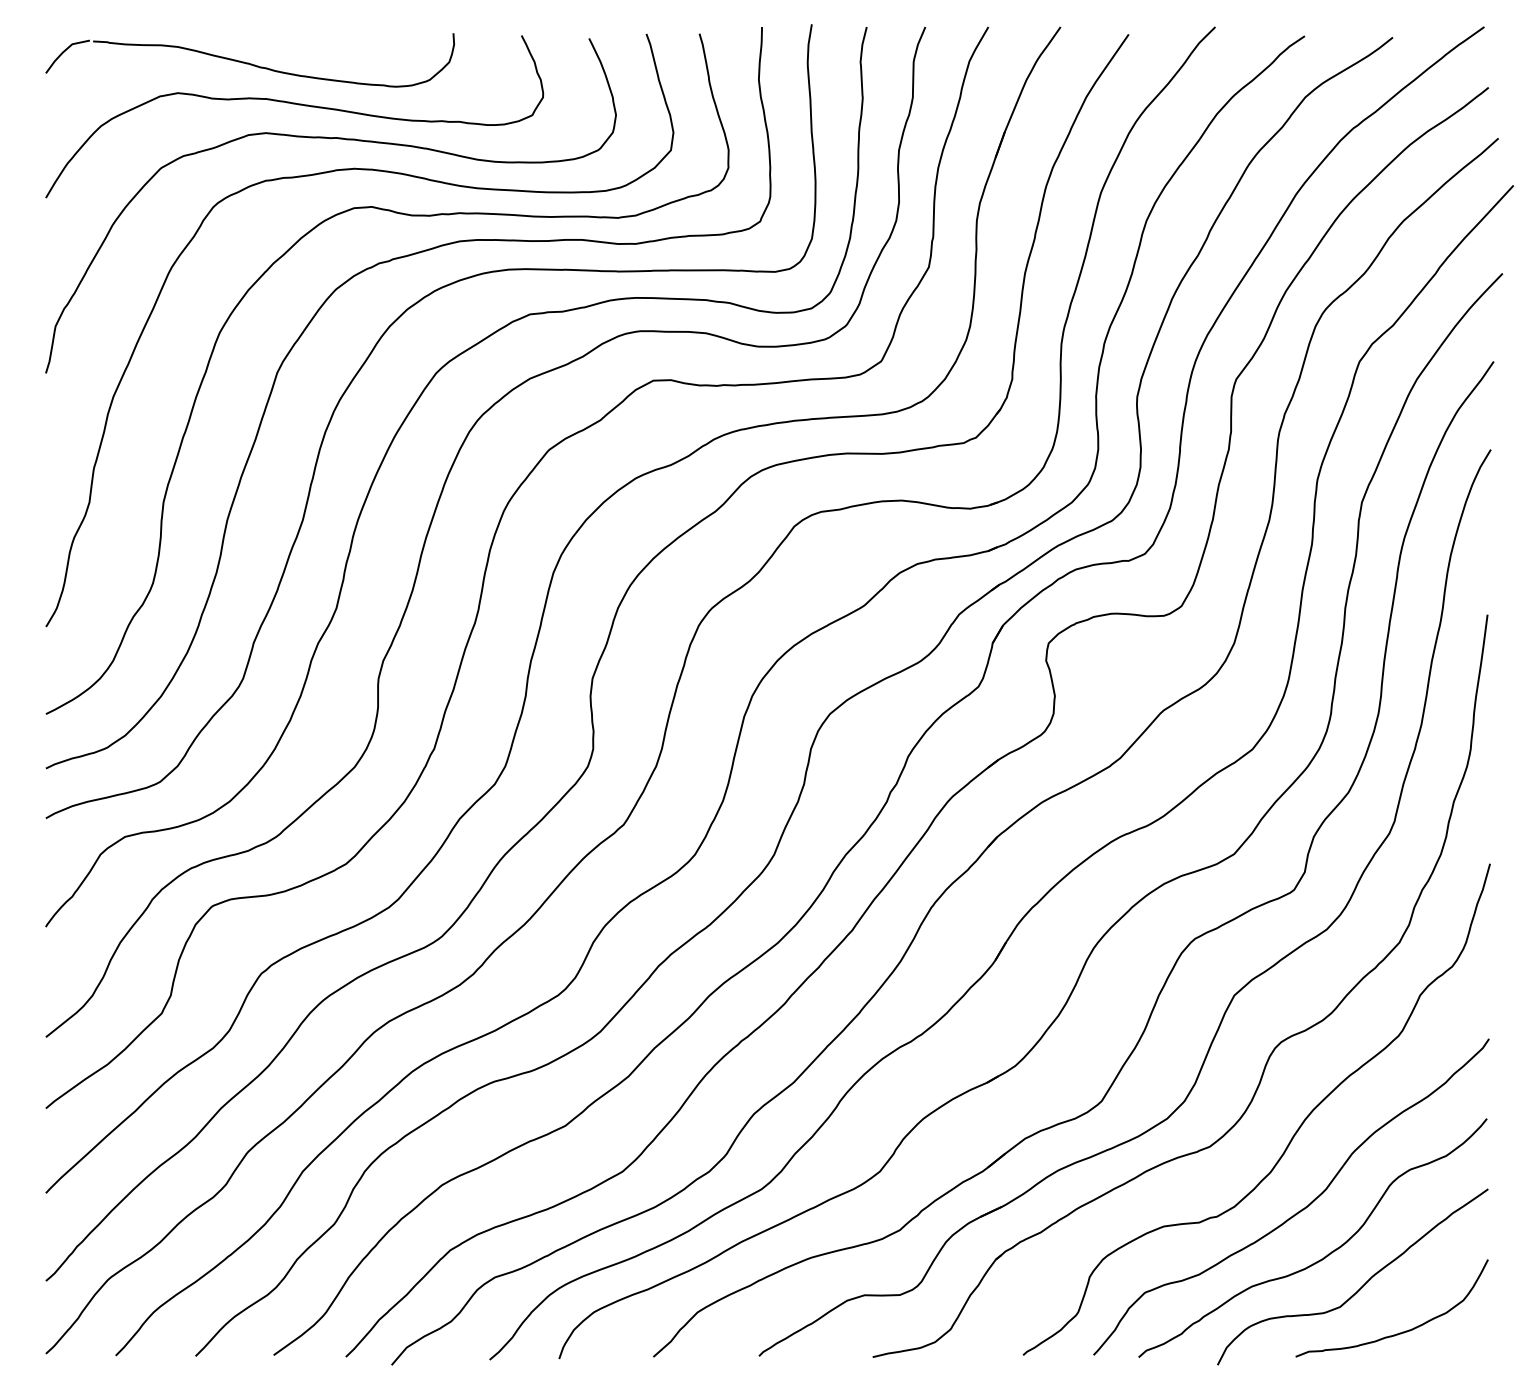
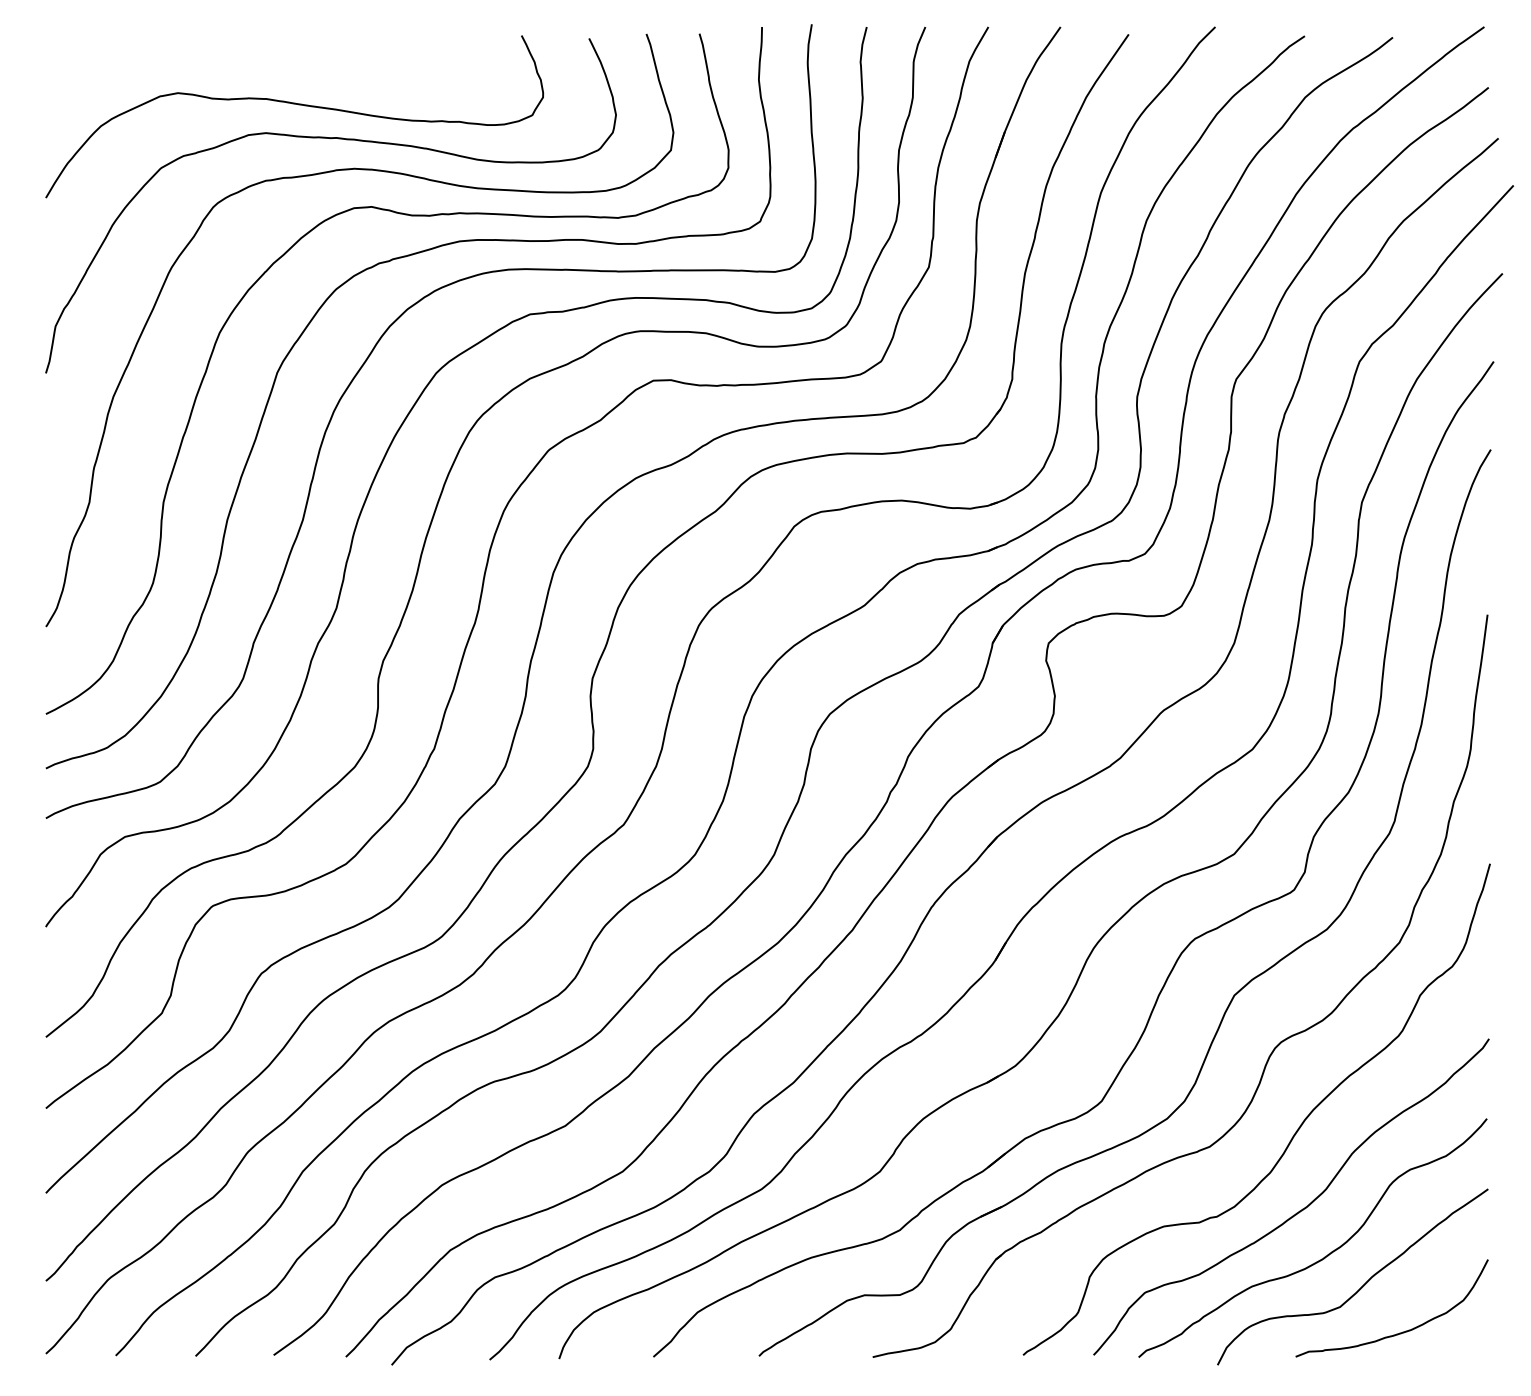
part at (250, 60): present -> none
